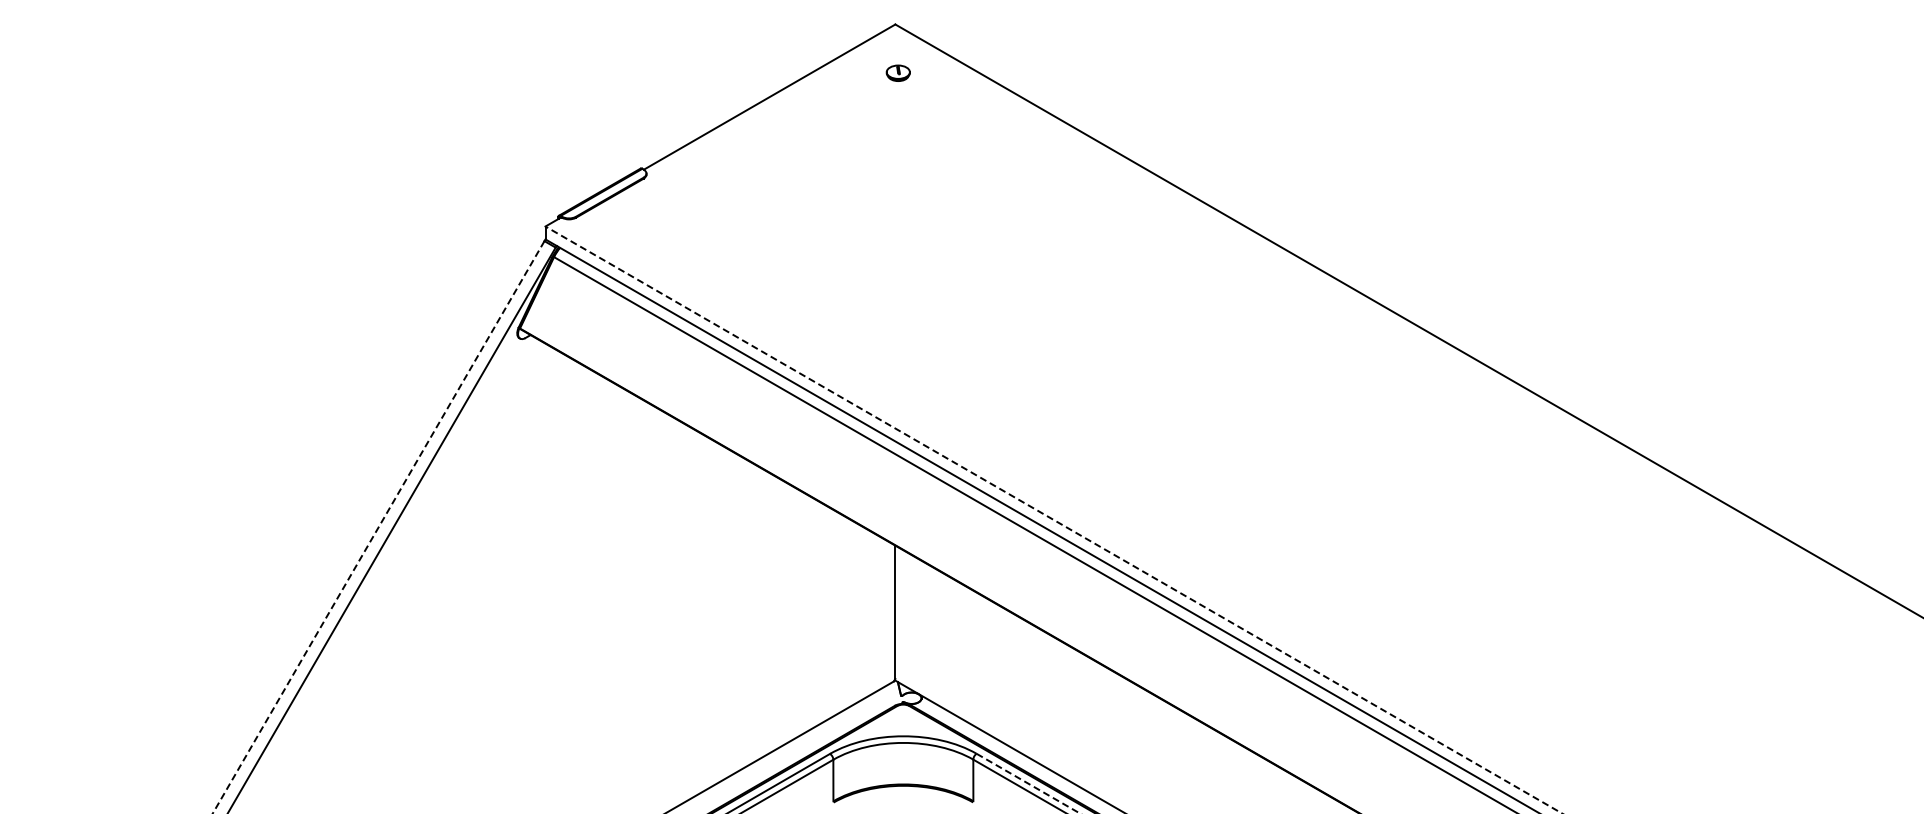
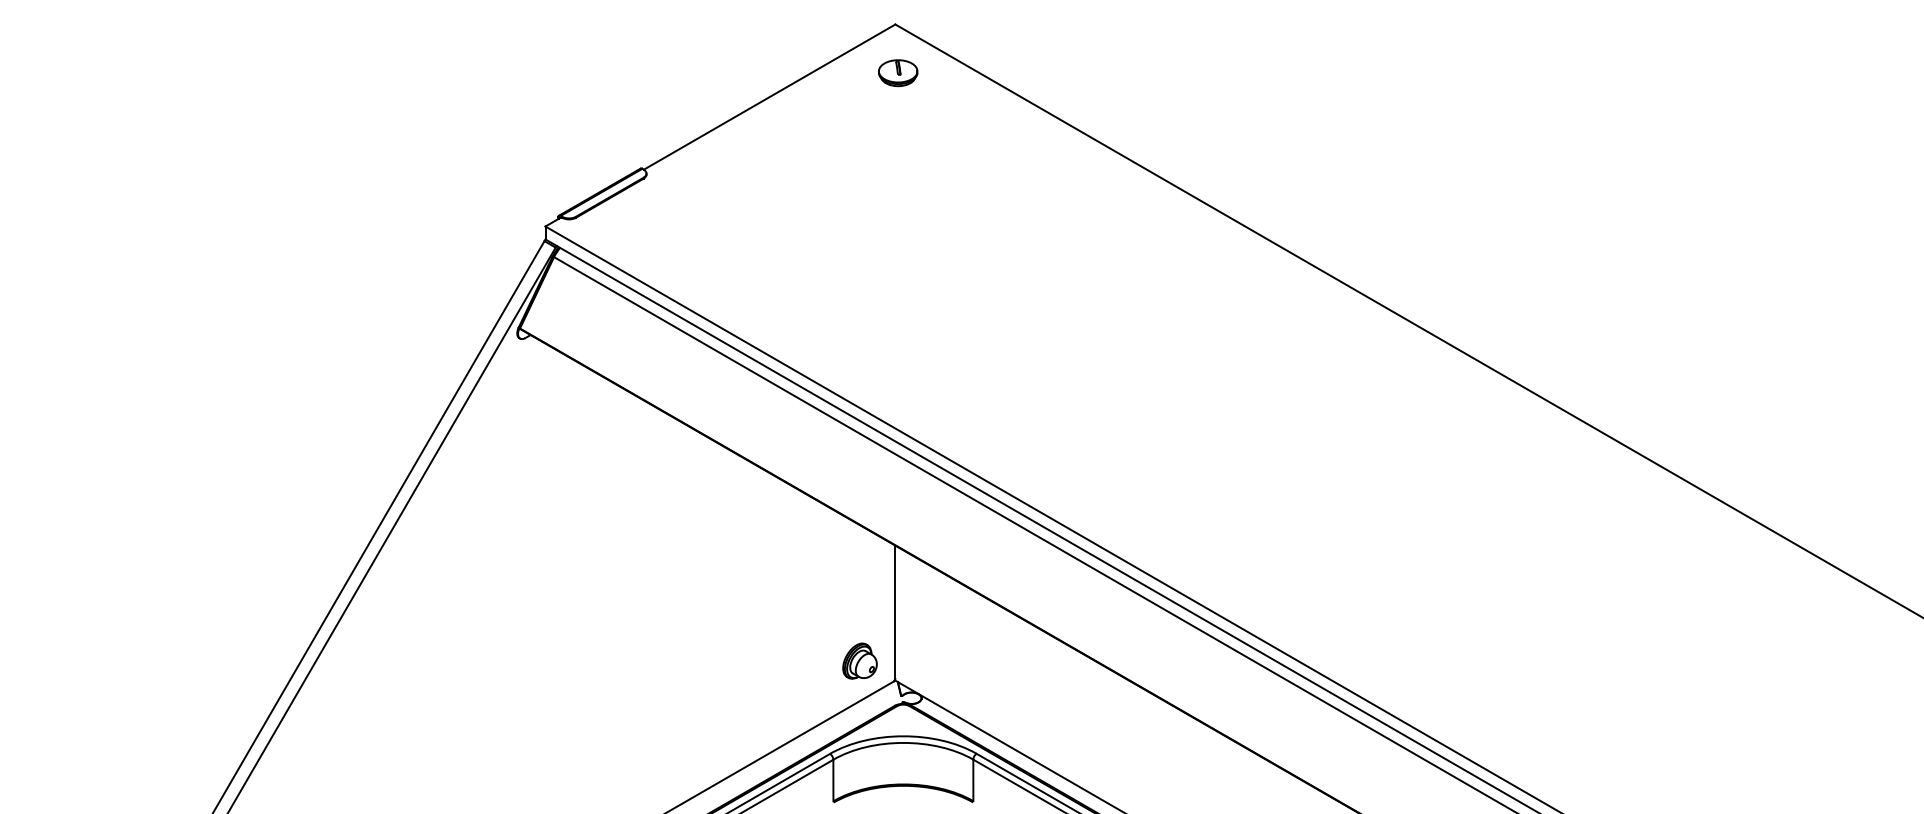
part at (897, 72) size: 26x18 px -> 41x29 px
line at (1053, 519): dashed -> solid
line at (378, 527): dashed -> solid
part at (859, 660): none -> present
line at (1028, 783): dashed -> solid
